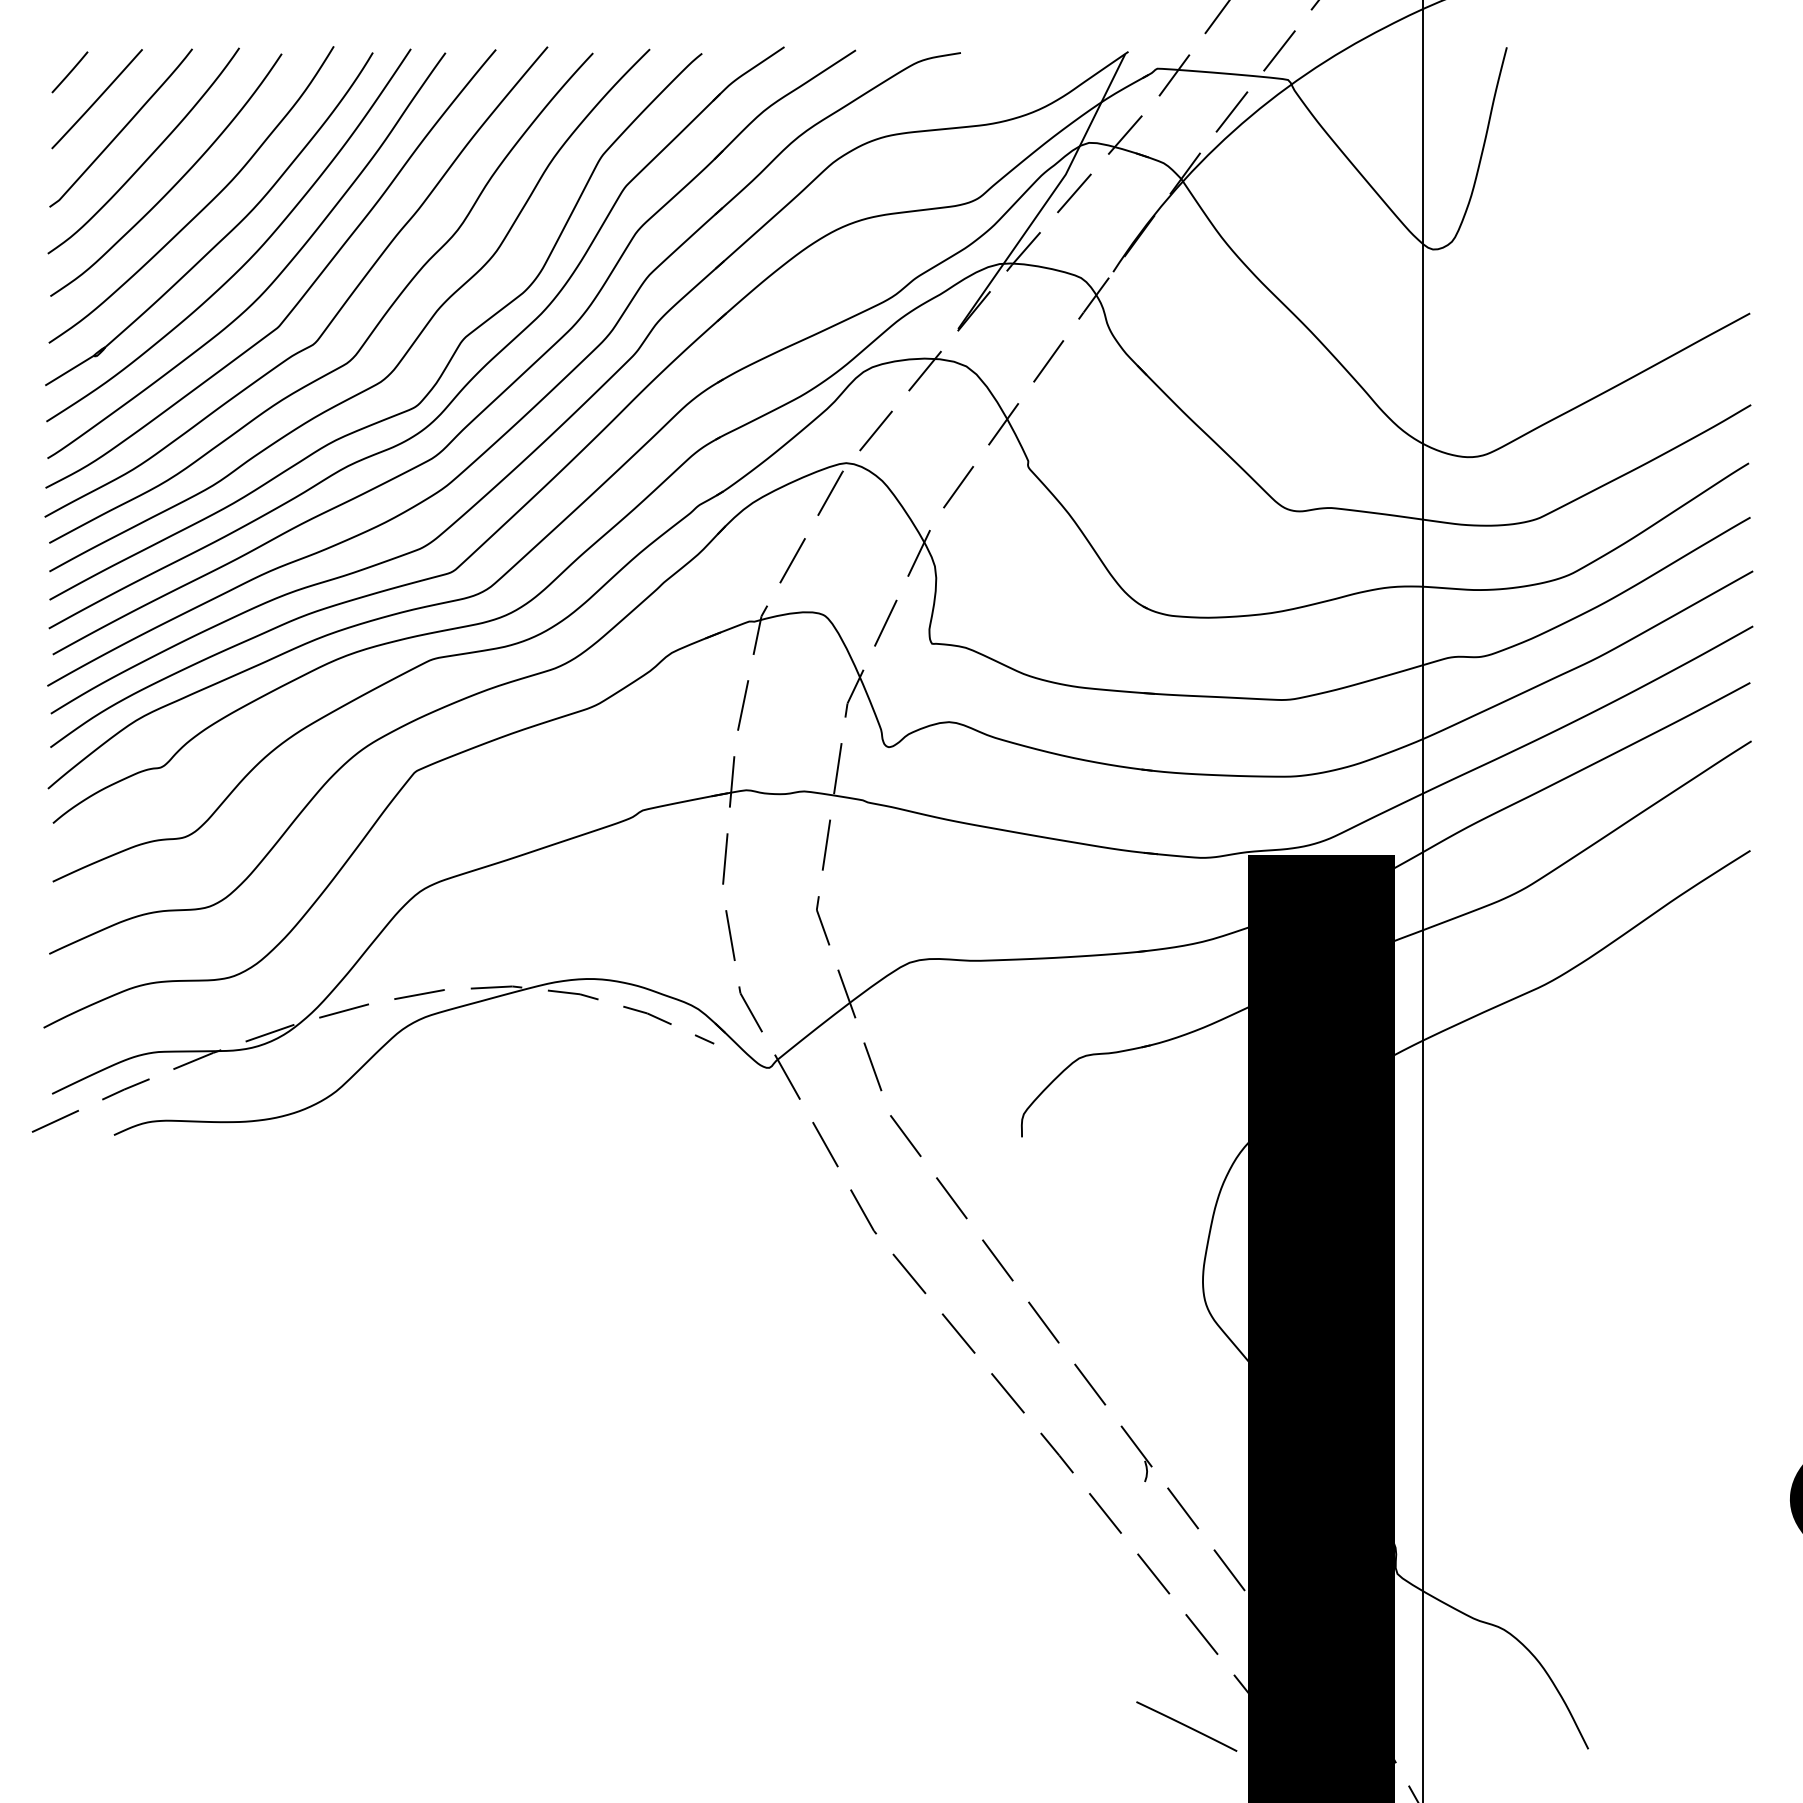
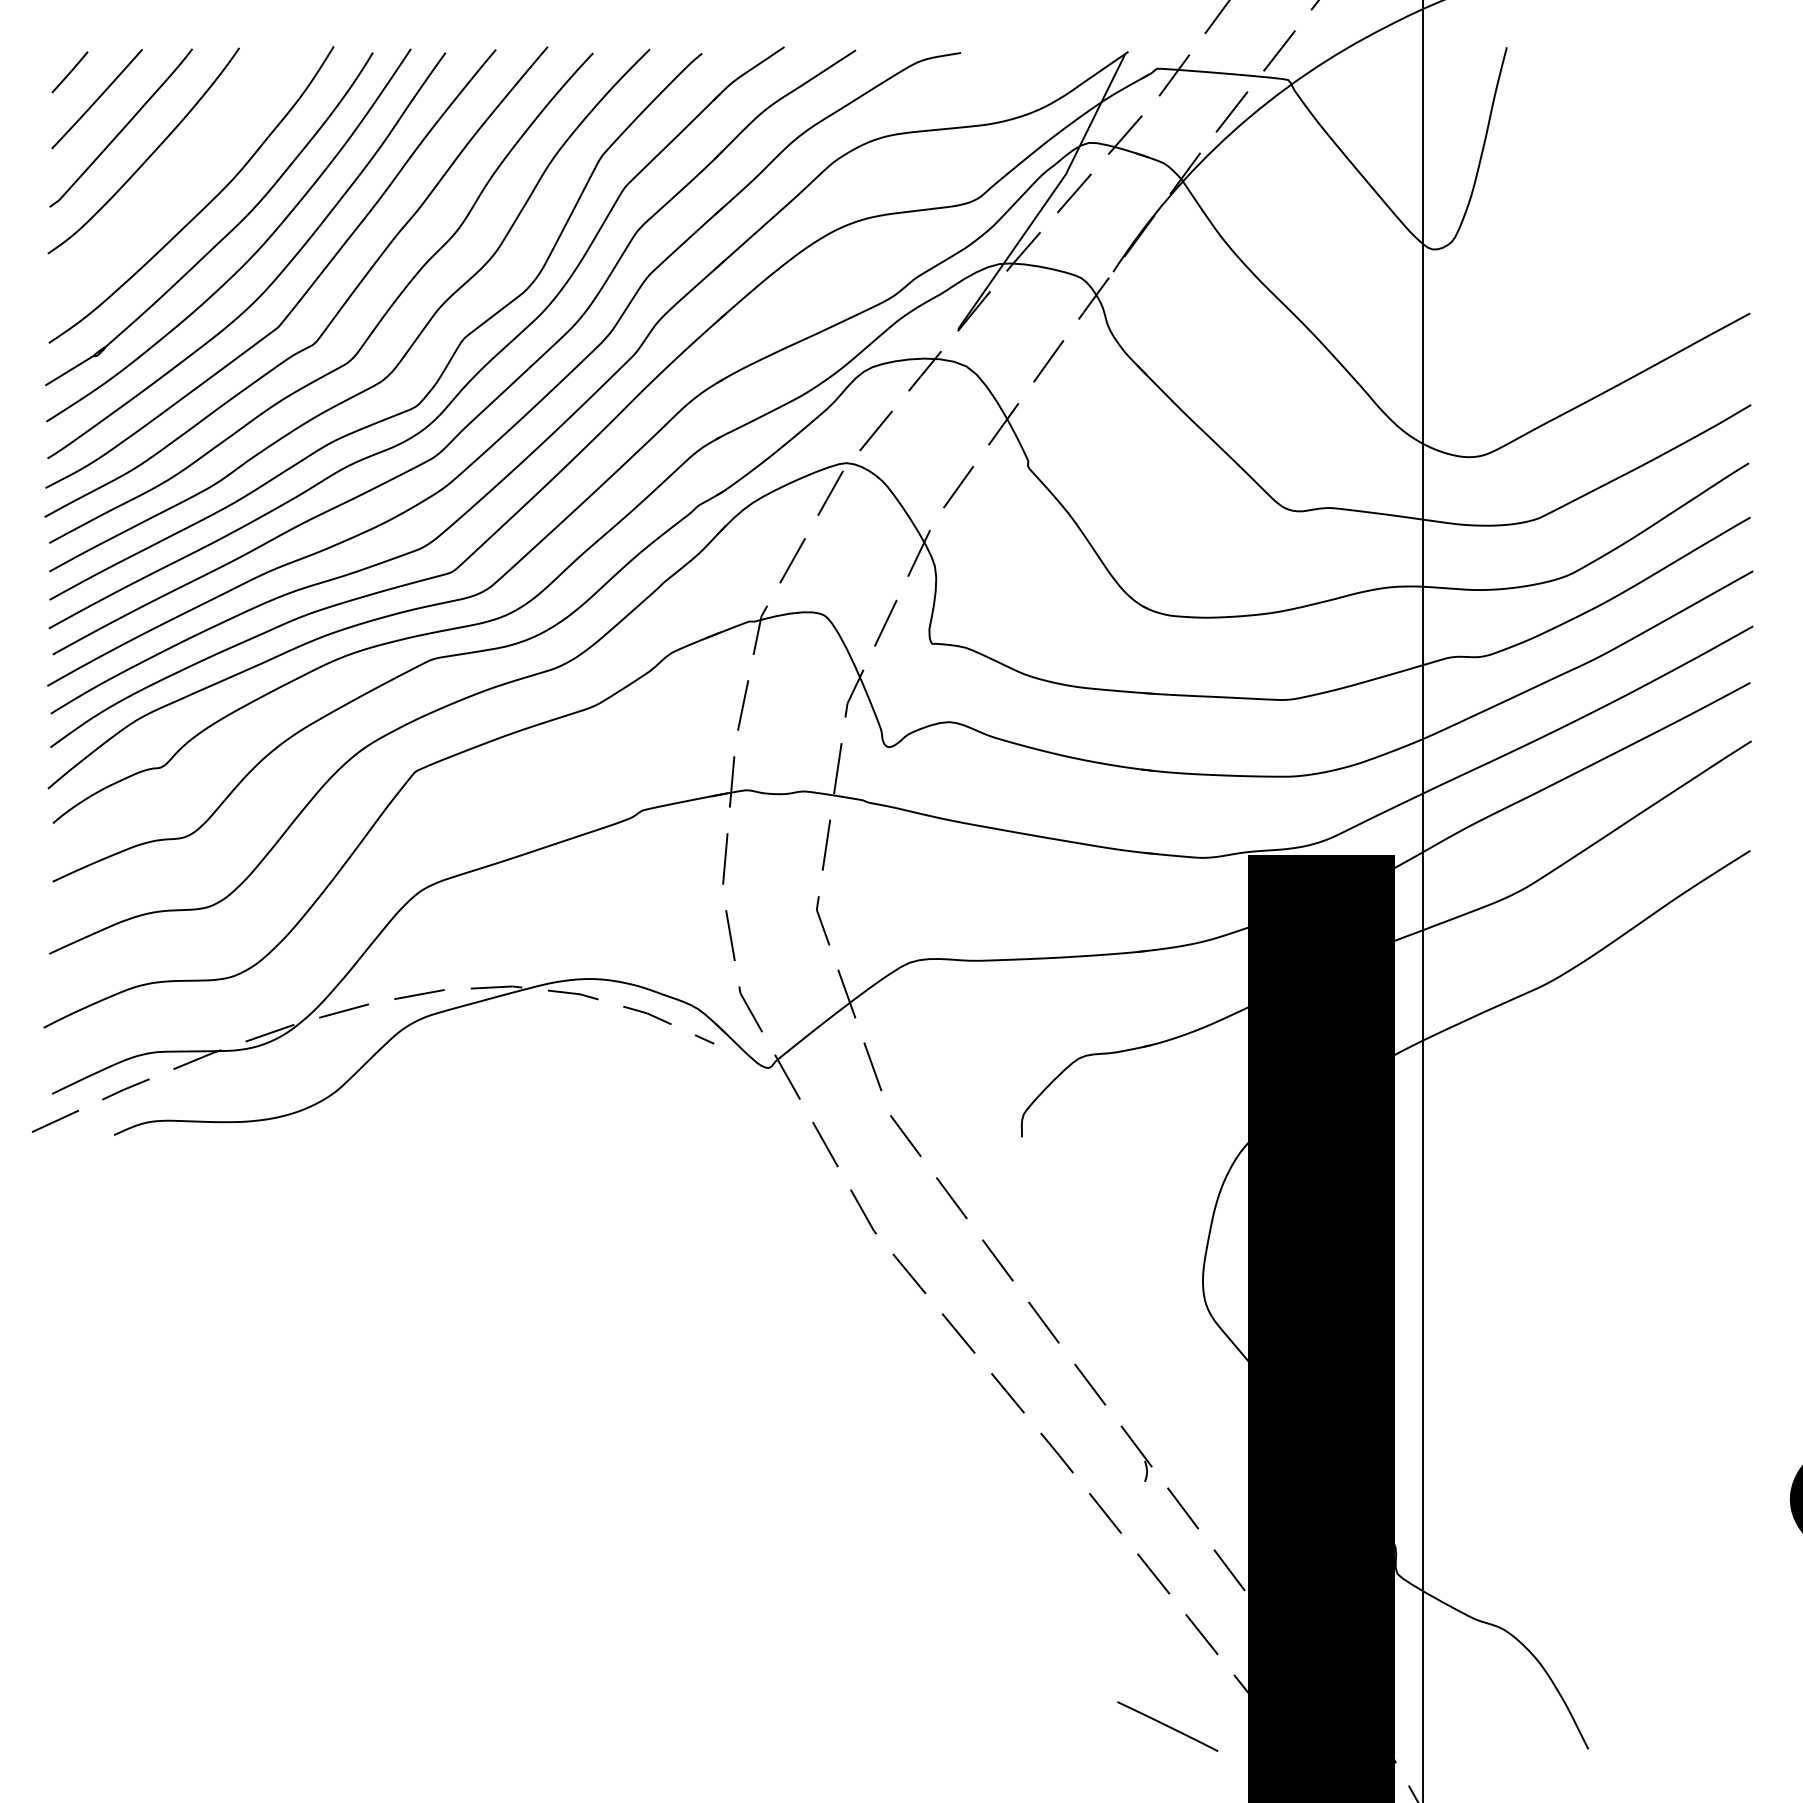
curve at (175, 183): present -> none
line at (1186, 1726) position: (1186, 1726) -> (1167, 1726)
